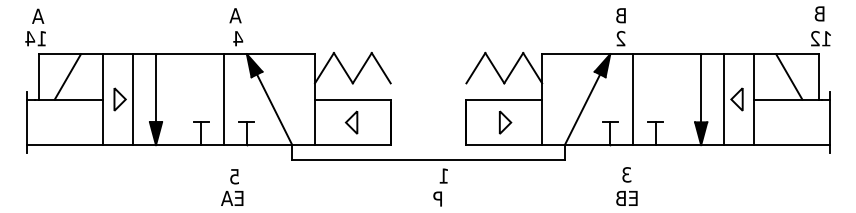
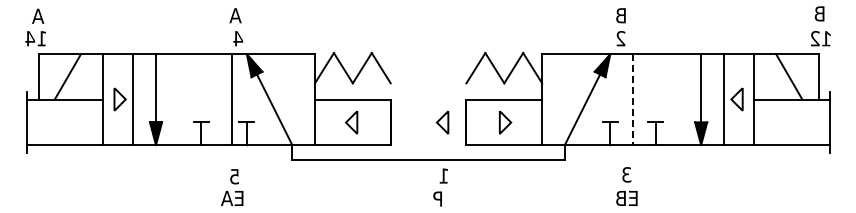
line at (224, 99) position: (224, 99) -> (232, 99)
line at (633, 100): solid -> dashed
part at (442, 122): none -> present
